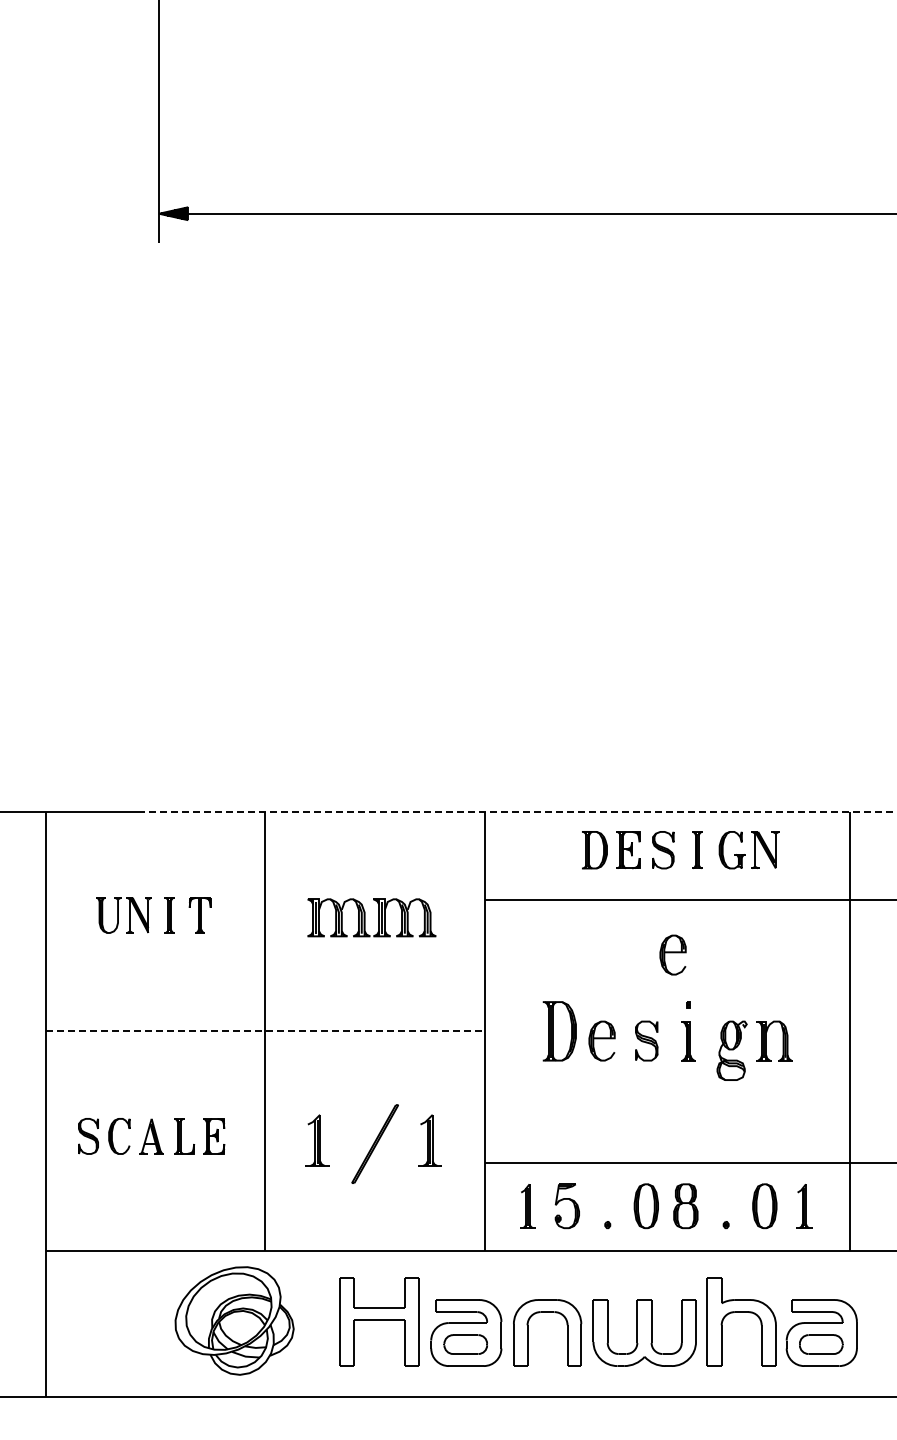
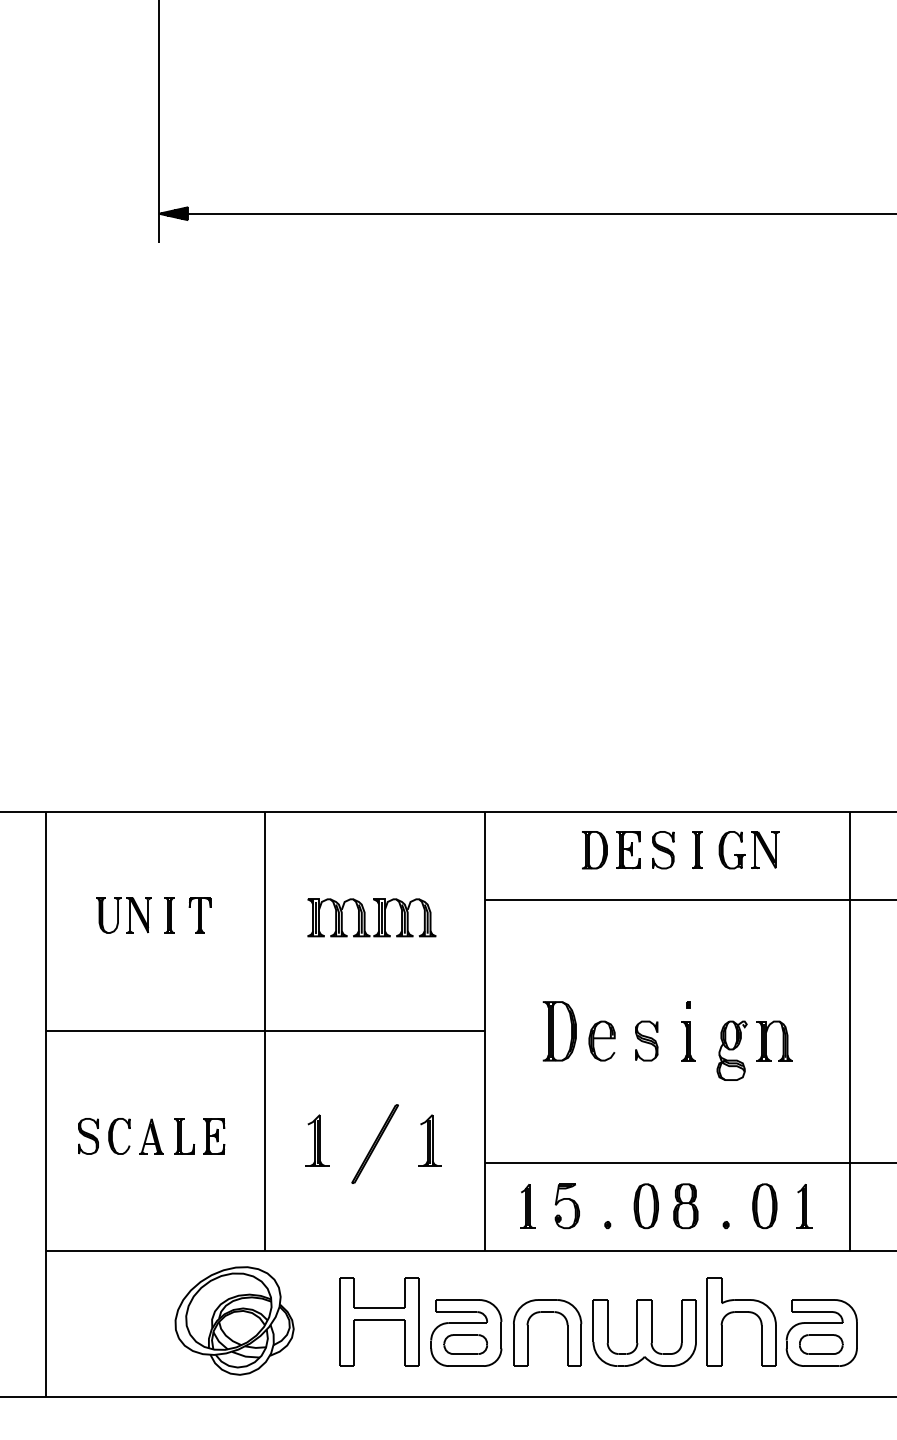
line at (517, 811): dashed -> solid
part at (672, 954): present -> none
line at (265, 1031): dashed -> solid
